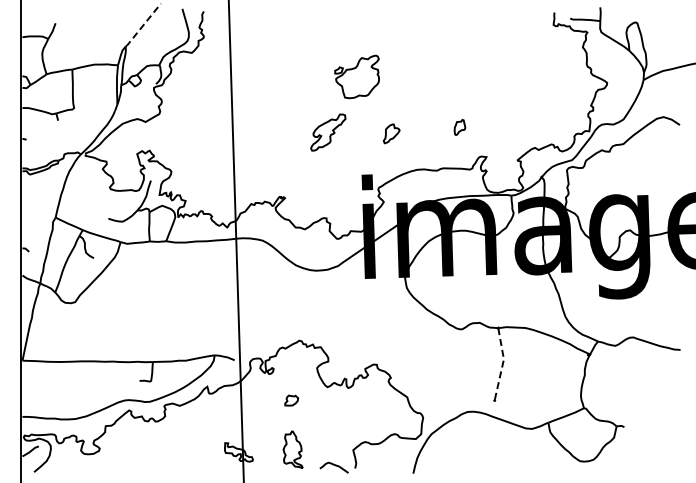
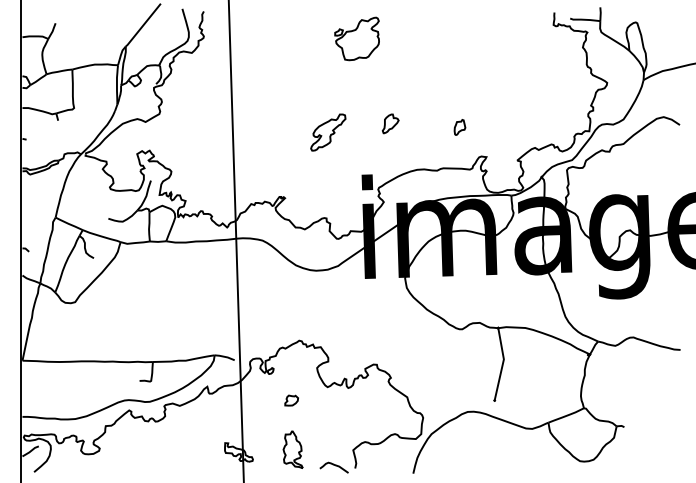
line at (142, 25): dashed -> solid
part at (356, 76) position: (356, 76) -> (356, 38)
part at (391, 133) position: (391, 133) -> (390, 123)
line at (502, 364): dashed -> solid
